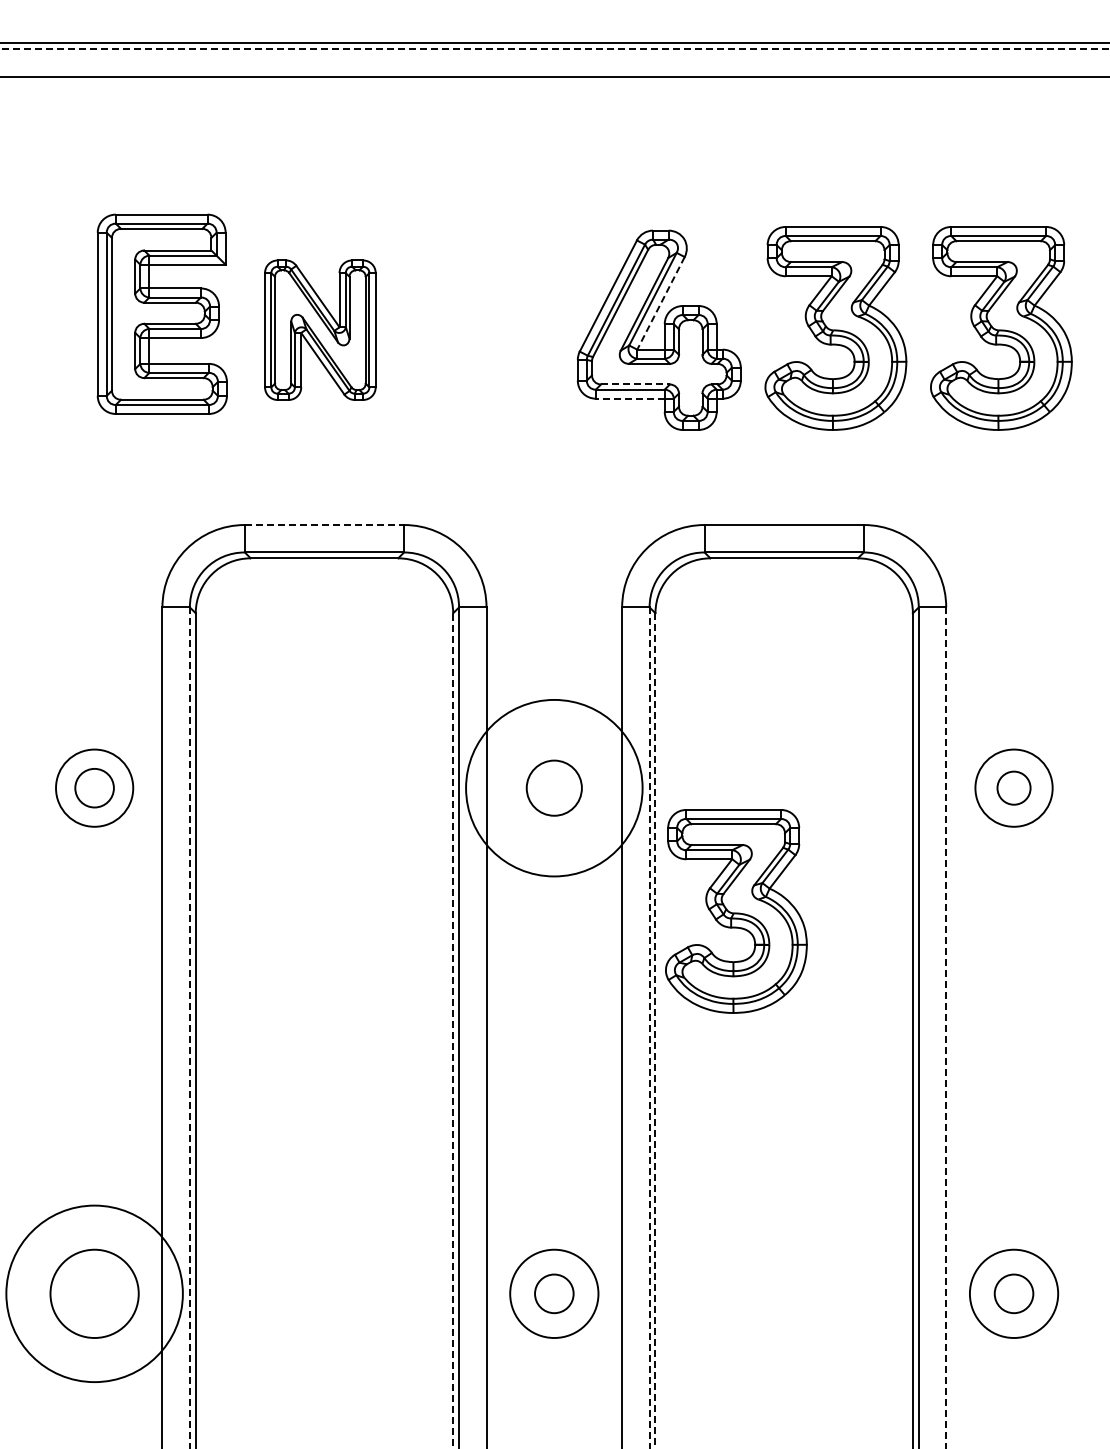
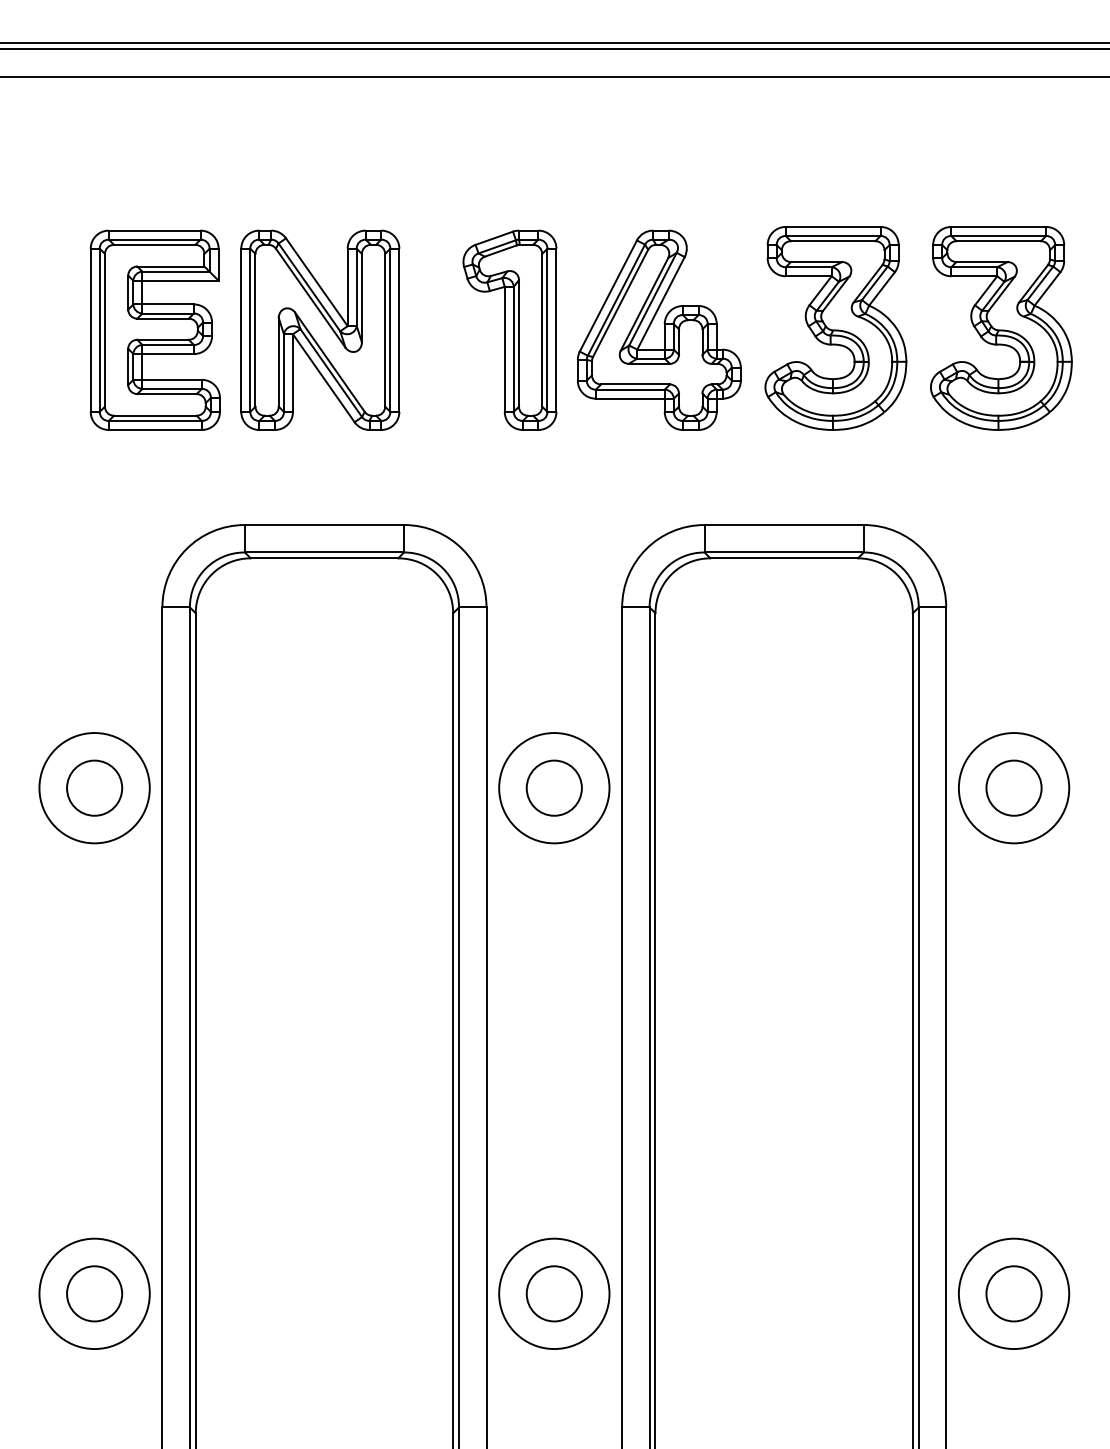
line at (555, 49): dashed -> solid
line at (660, 303): dashed -> solid
part at (161, 313) position: (161, 313) -> (154, 329)
part at (320, 329) size: 113x142 px -> 161x202 px
part at (509, 329): none -> present
line at (635, 384): dashed -> solid
line at (629, 398): dashed -> solid
line at (324, 525): dashed -> solid
circle at (94, 787) diameter: 39 px -> 55 px
circle at (94, 787) diameter: 77 px -> 110 px
circle at (554, 787) diameter: 177 px -> 110 px
circle at (1013, 787) diameter: 33 px -> 55 px
circle at (1013, 787) diameter: 77 px -> 110 px
part at (736, 911): present -> none
line at (189, 1028): dashed -> solid
line at (649, 1028): dashed -> solid
line at (946, 1028): dashed -> solid
line at (453, 1031): dashed -> solid
line at (655, 1031): dashed -> solid
circle at (94, 1293) diameter: 177 px -> 110 px
circle at (94, 1293) diameter: 88 px -> 55 px
circle at (554, 1293) diameter: 39 px -> 55 px
circle at (554, 1293) diameter: 88 px -> 110 px
circle at (1013, 1293) diameter: 39 px -> 55 px
circle at (1013, 1293) diameter: 88 px -> 110 px
